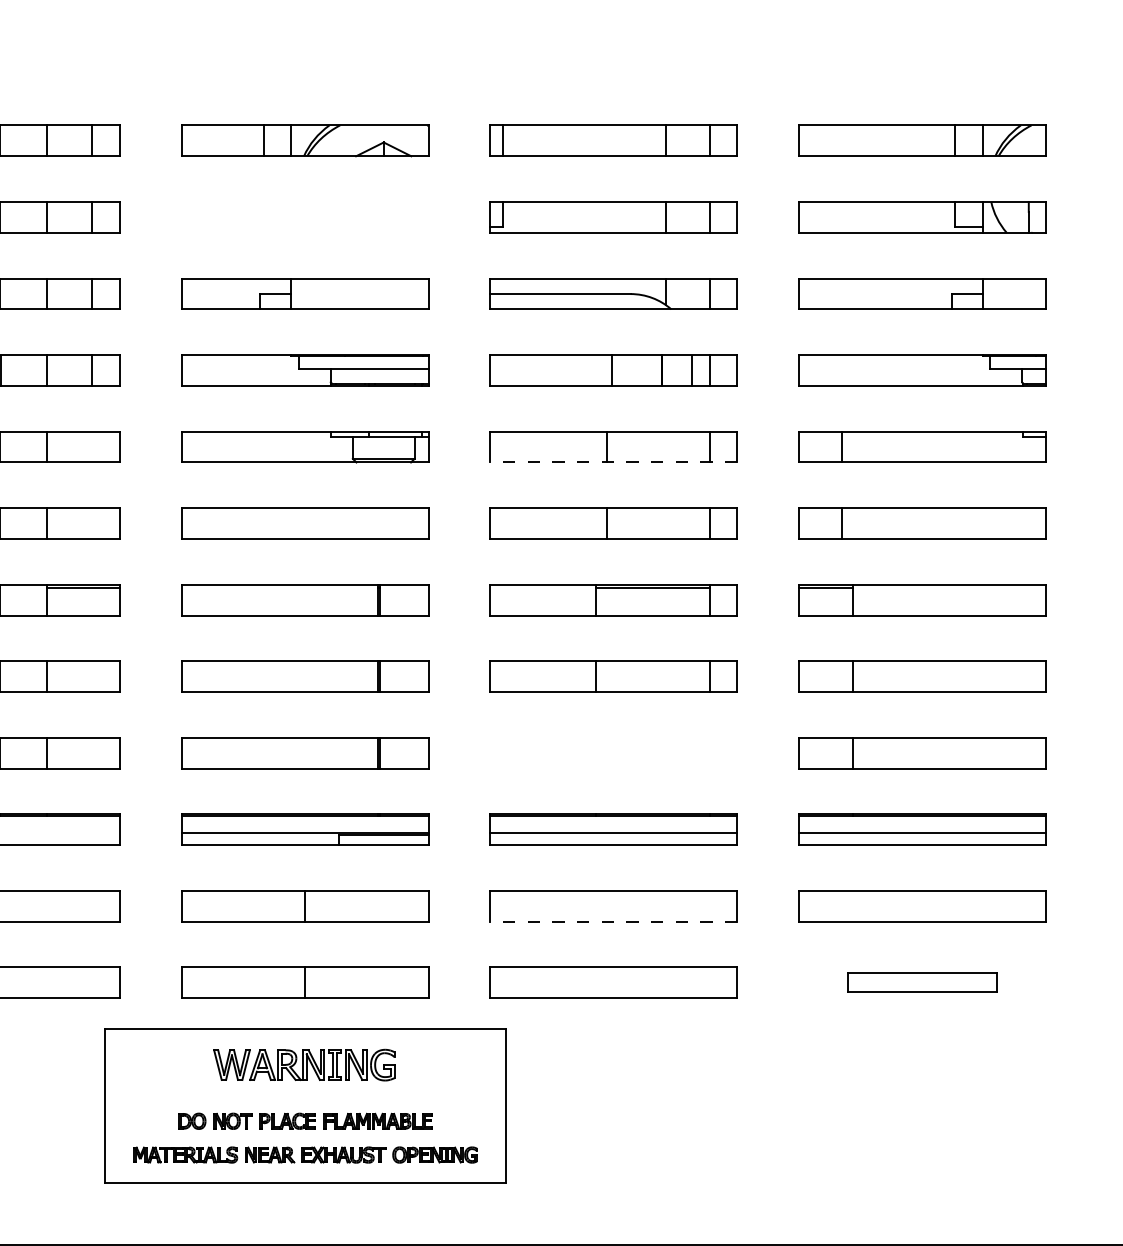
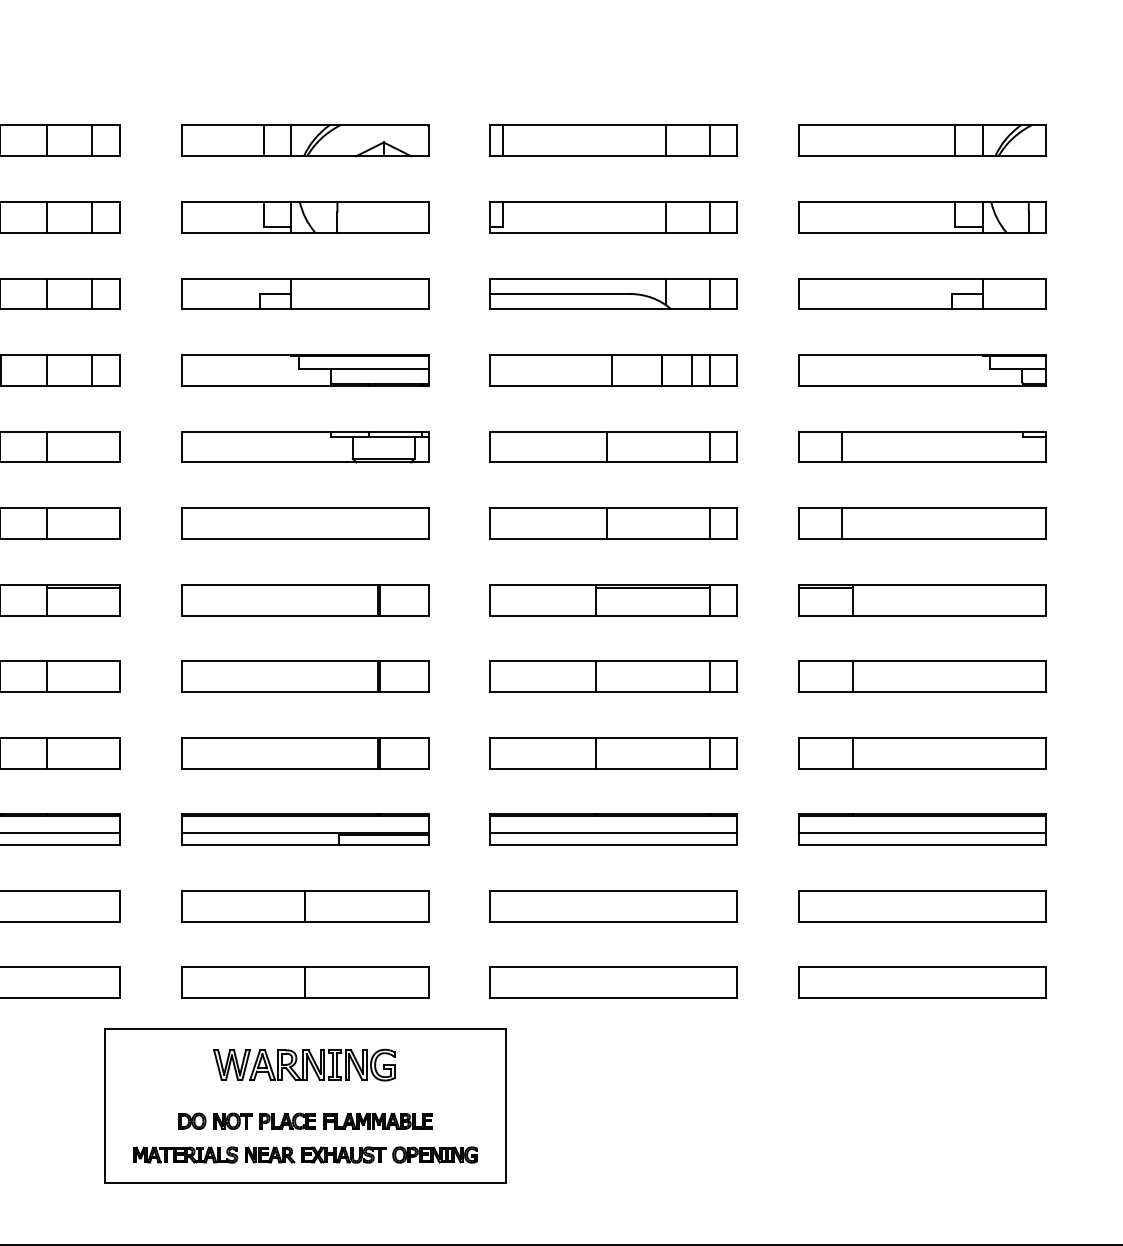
part at (305, 217): none -> present
line at (613, 462): dashed -> solid
part at (613, 753): none -> present
line at (61, 832): none -> present
line at (613, 921): dashed -> solid
part at (922, 982) size: 151x21 px -> 249x33 px
